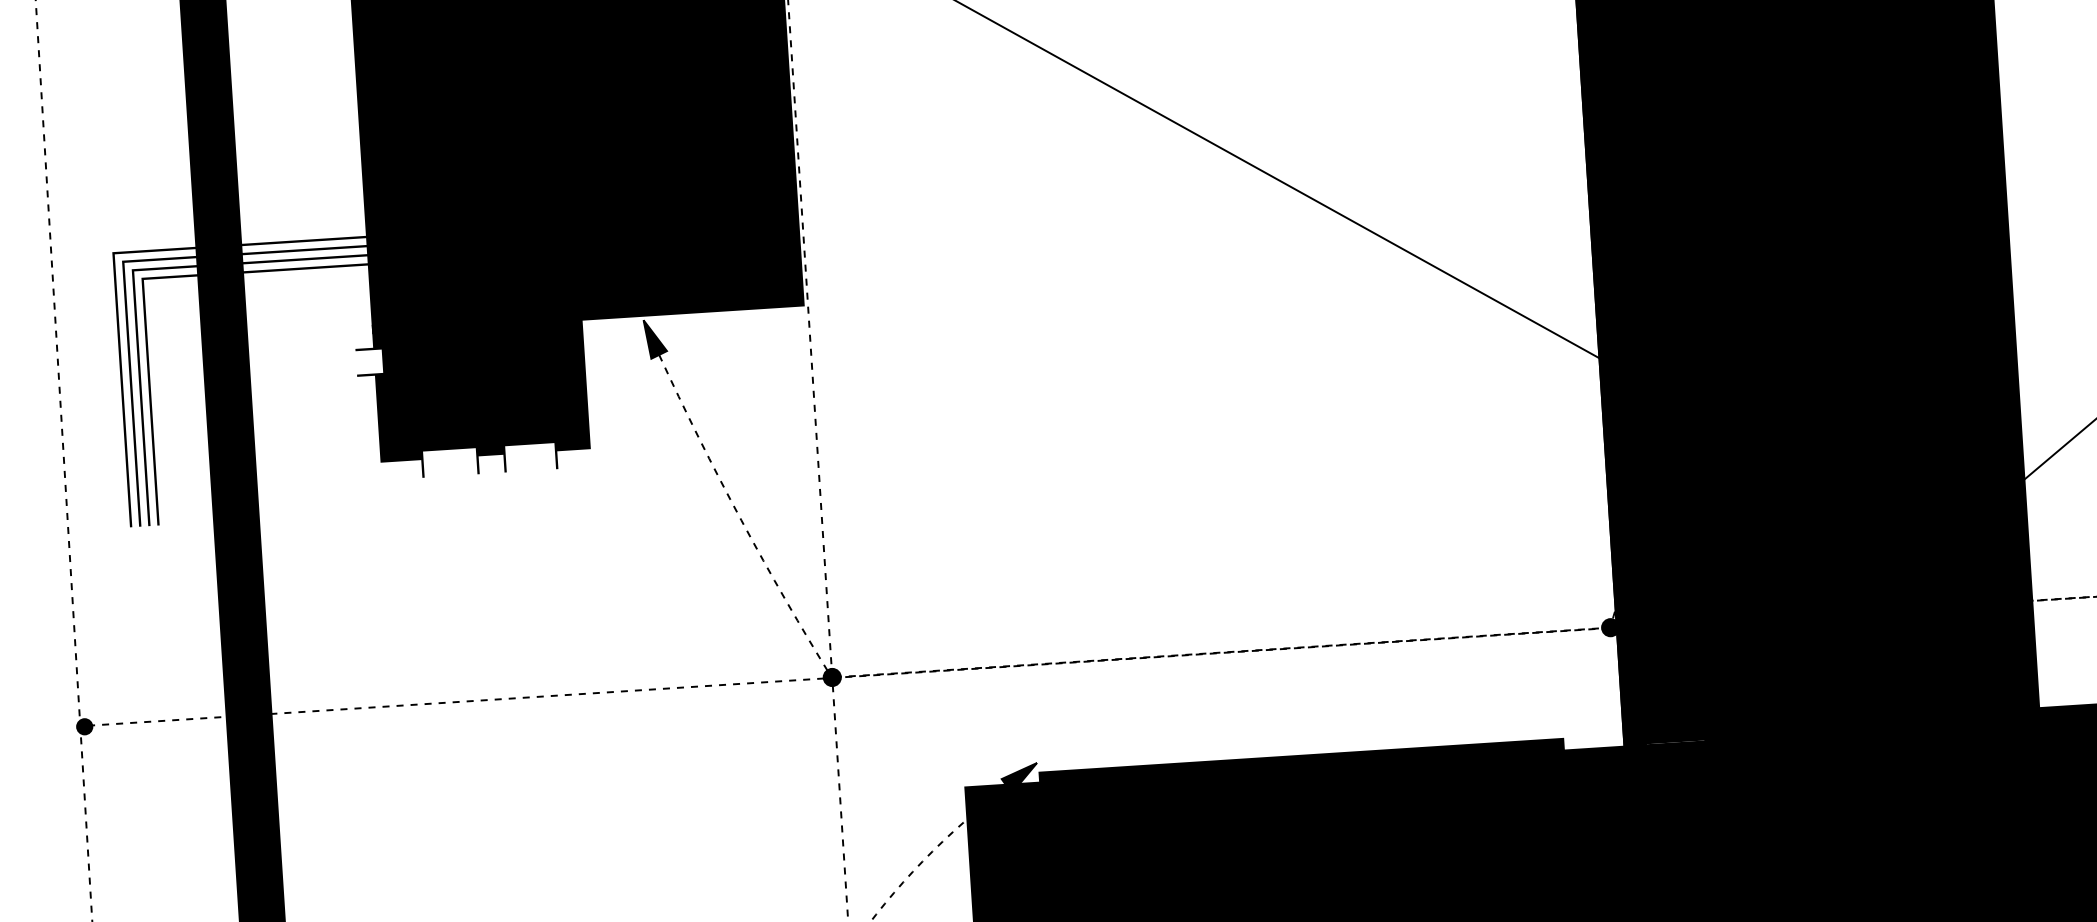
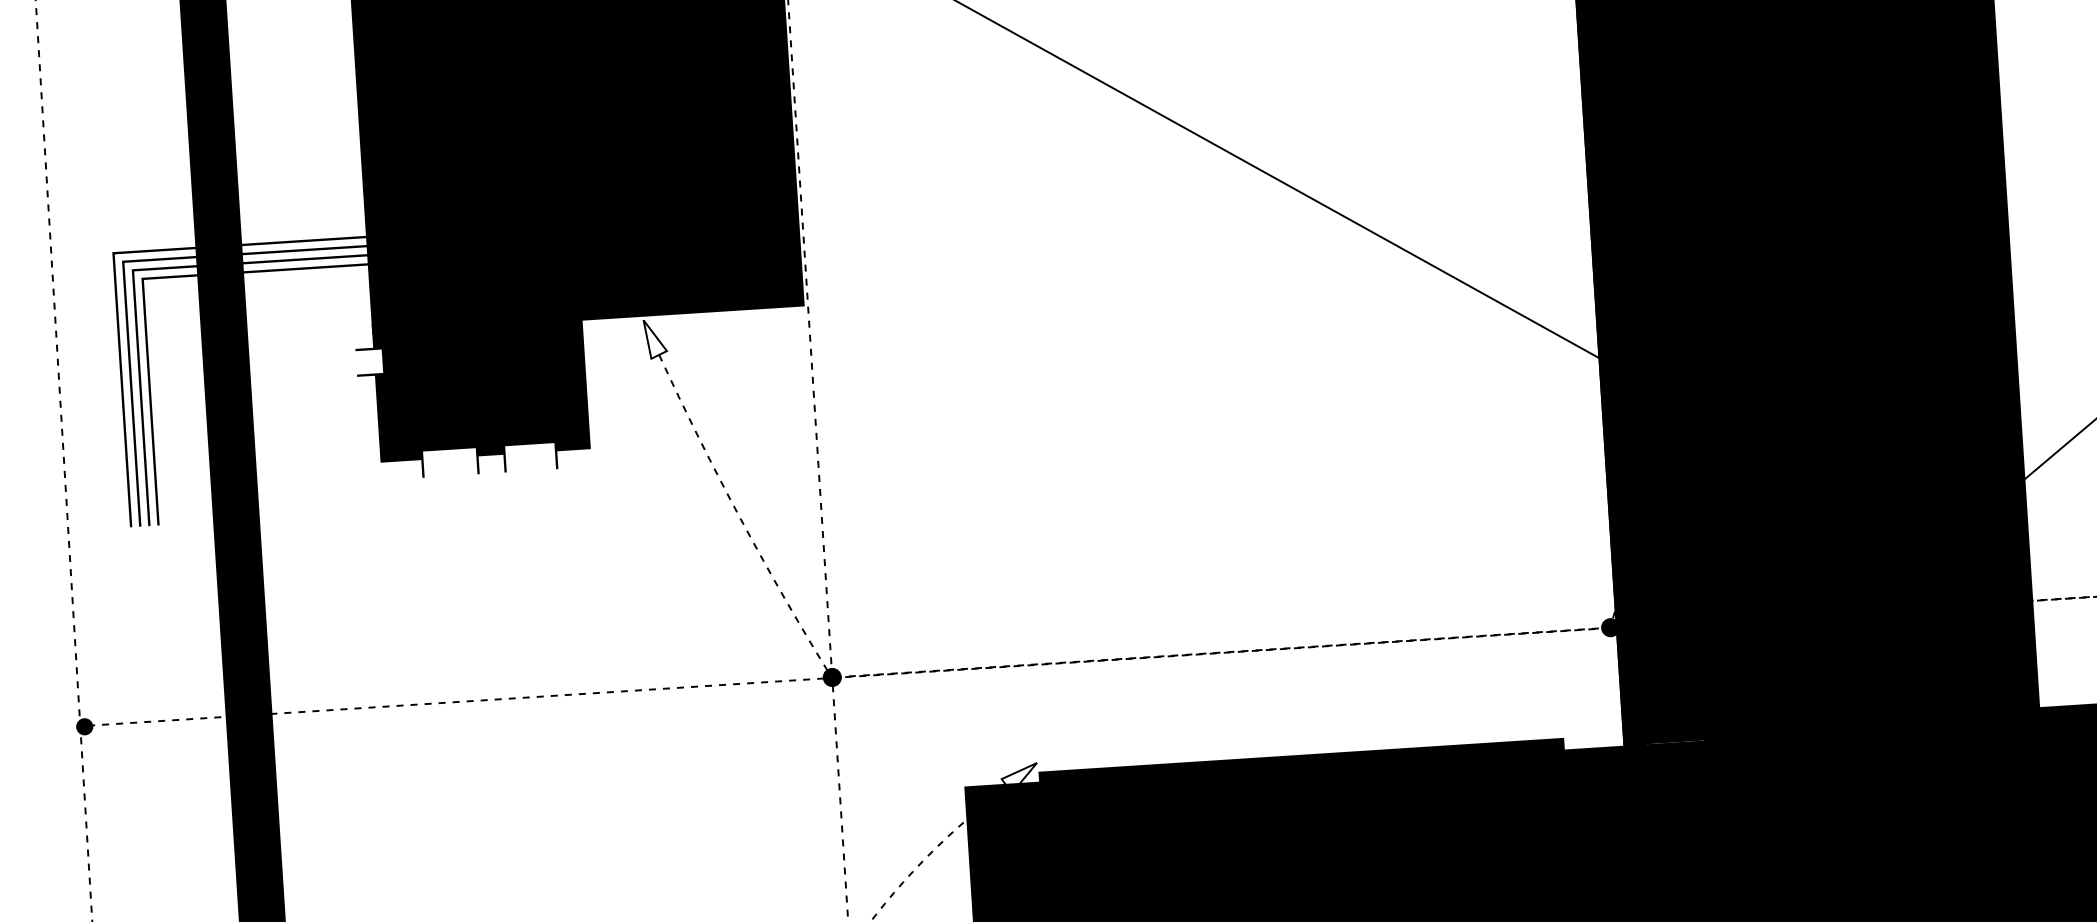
fill at (654, 339): present -> none
fill at (1019, 778): present -> none
